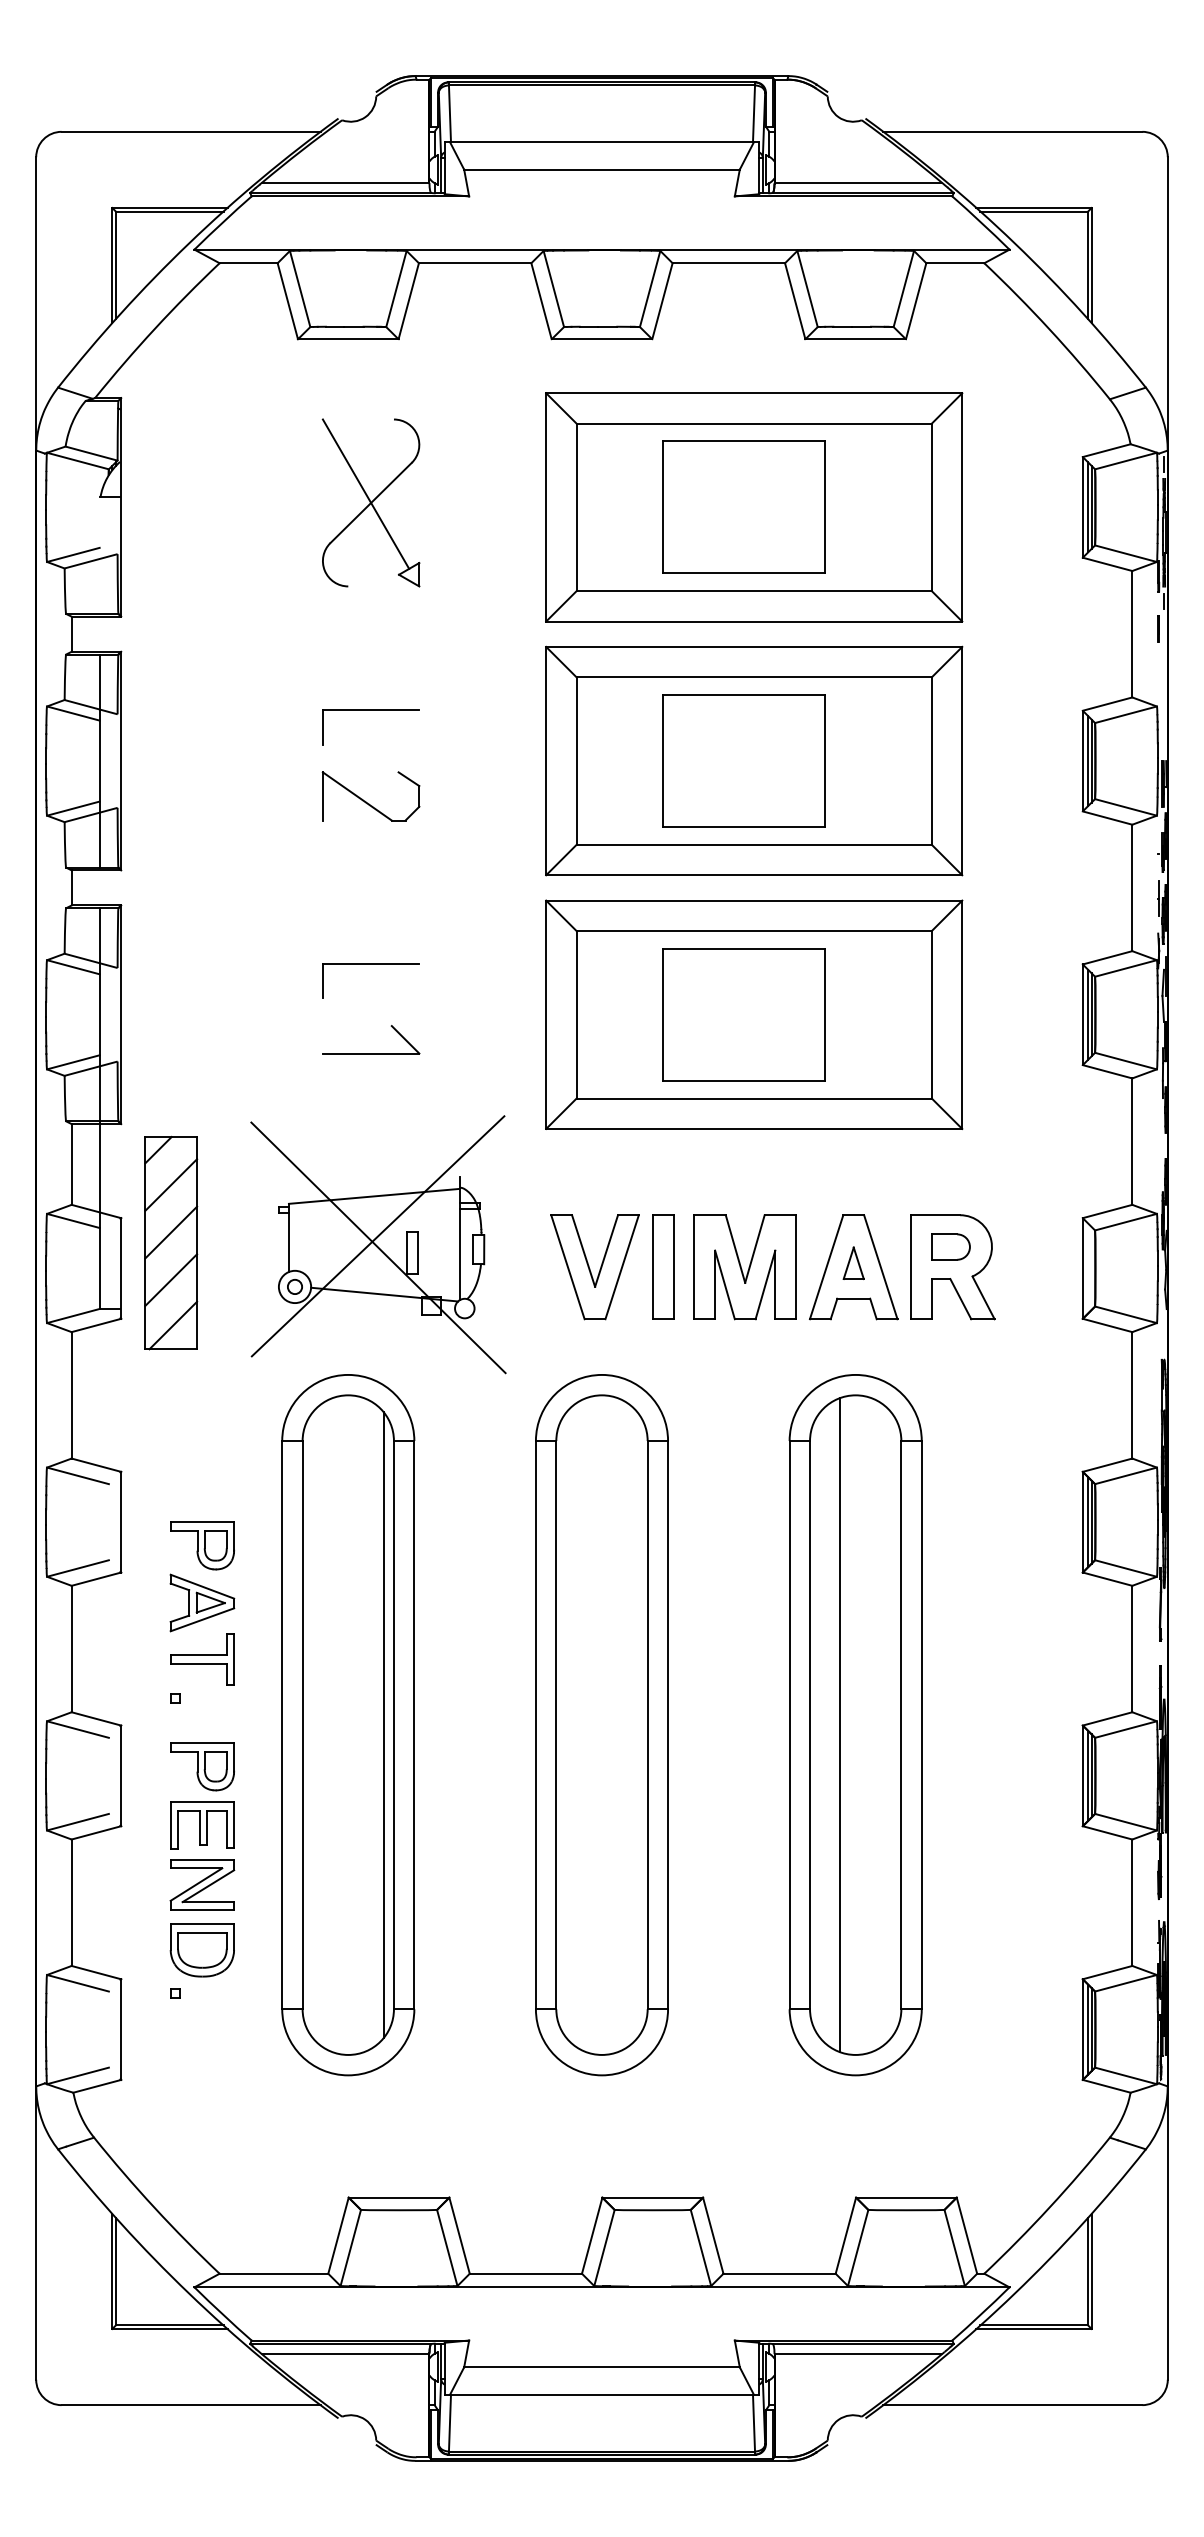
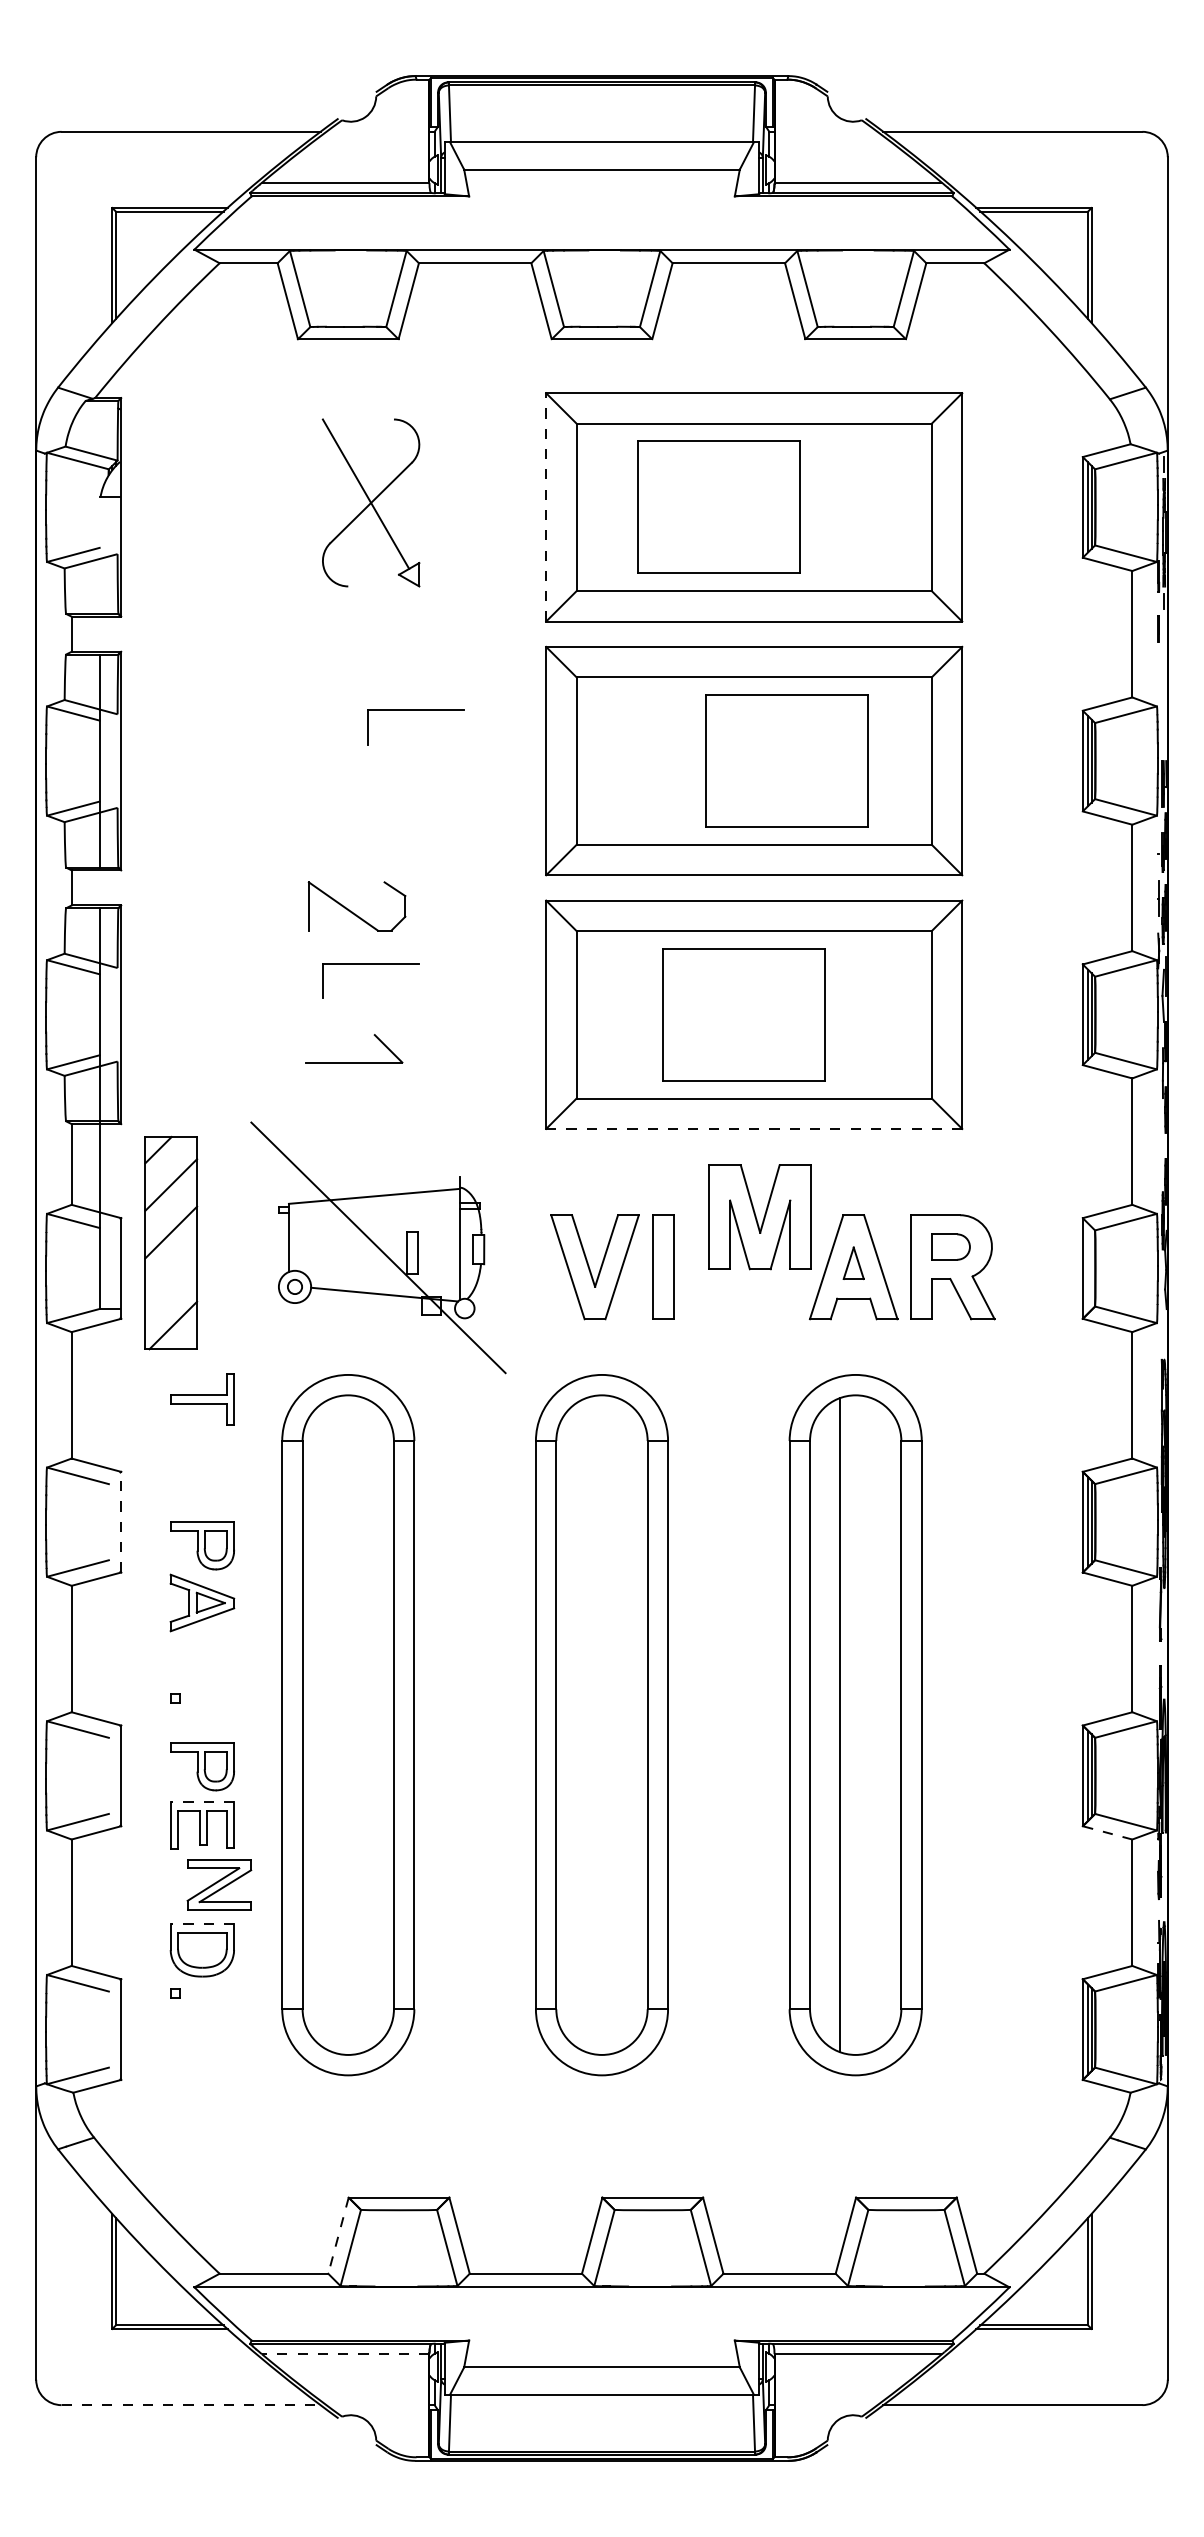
line at (546, 506): solid -> dashed
part at (743, 506) position: (743, 506) -> (718, 506)
part at (370, 710) position: (370, 710) -> (415, 710)
part at (743, 760) position: (743, 760) -> (786, 760)
part at (366, 801) position: (366, 801) -> (352, 911)
part at (371, 1053) position: (371, 1053) -> (354, 1062)
line at (753, 1128): solid -> dashed
line at (377, 1236): present -> none
part at (744, 1267) position: (744, 1267) -> (759, 1217)
line at (171, 1279): present -> none
line at (121, 1521): solid -> dashed
part at (202, 1659) position: (202, 1659) -> (202, 1399)
line at (383, 1724): present -> none
line at (202, 1802): solid -> dashed
line at (1107, 1832): solid -> dashed
part at (202, 1884) position: (202, 1884) -> (219, 1884)
line at (202, 1924): solid -> dashed
line at (338, 2236): solid -> dashed
line at (345, 2354): solid -> dashed
line at (191, 2405): solid -> dashed
